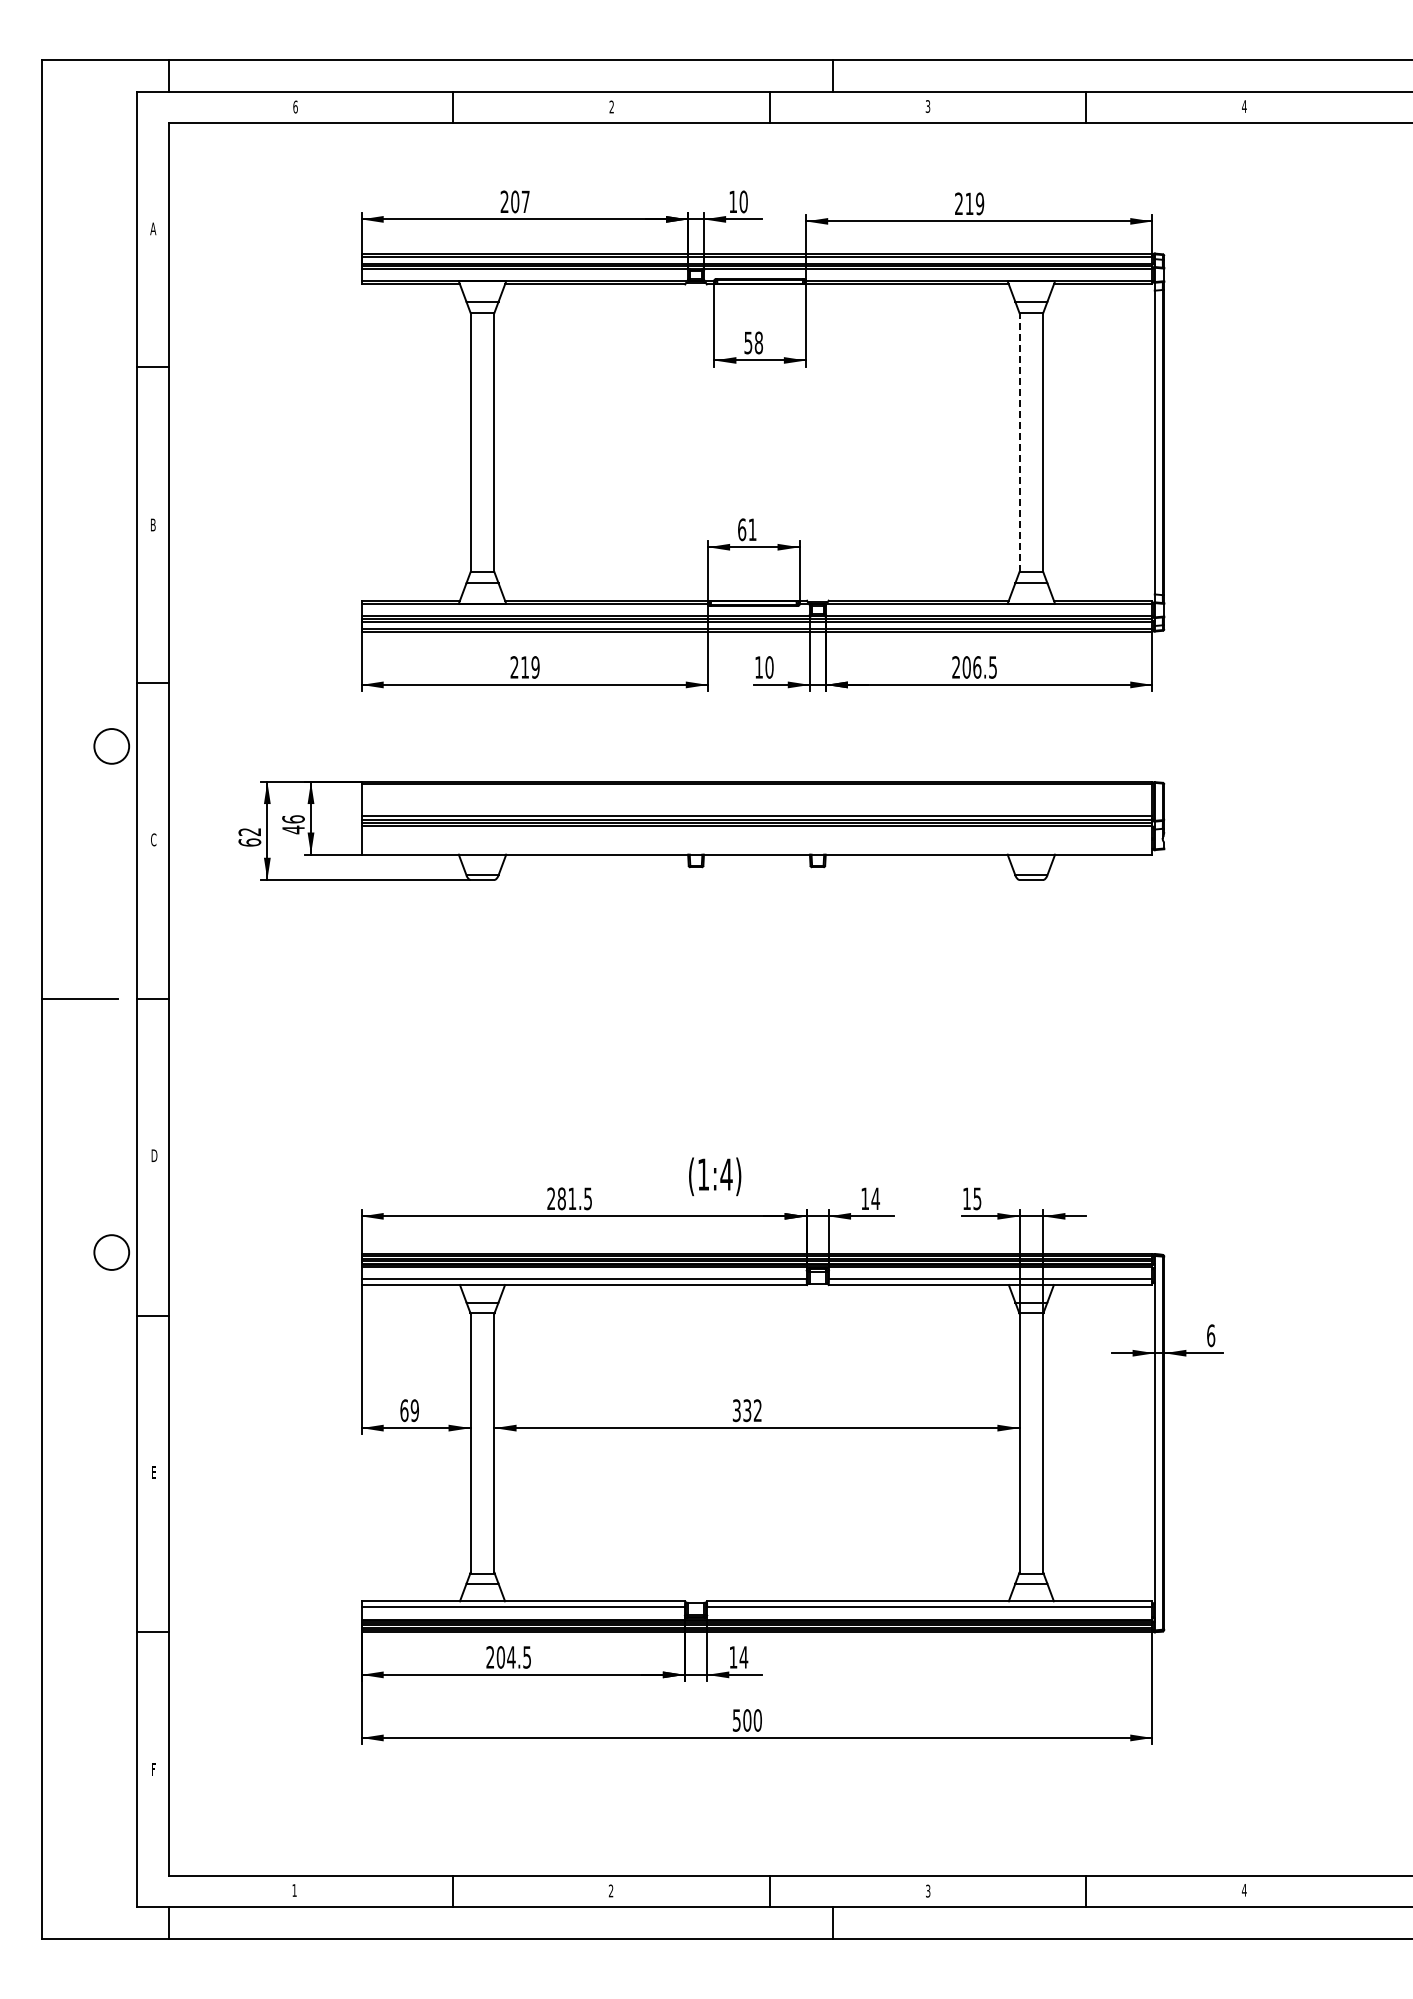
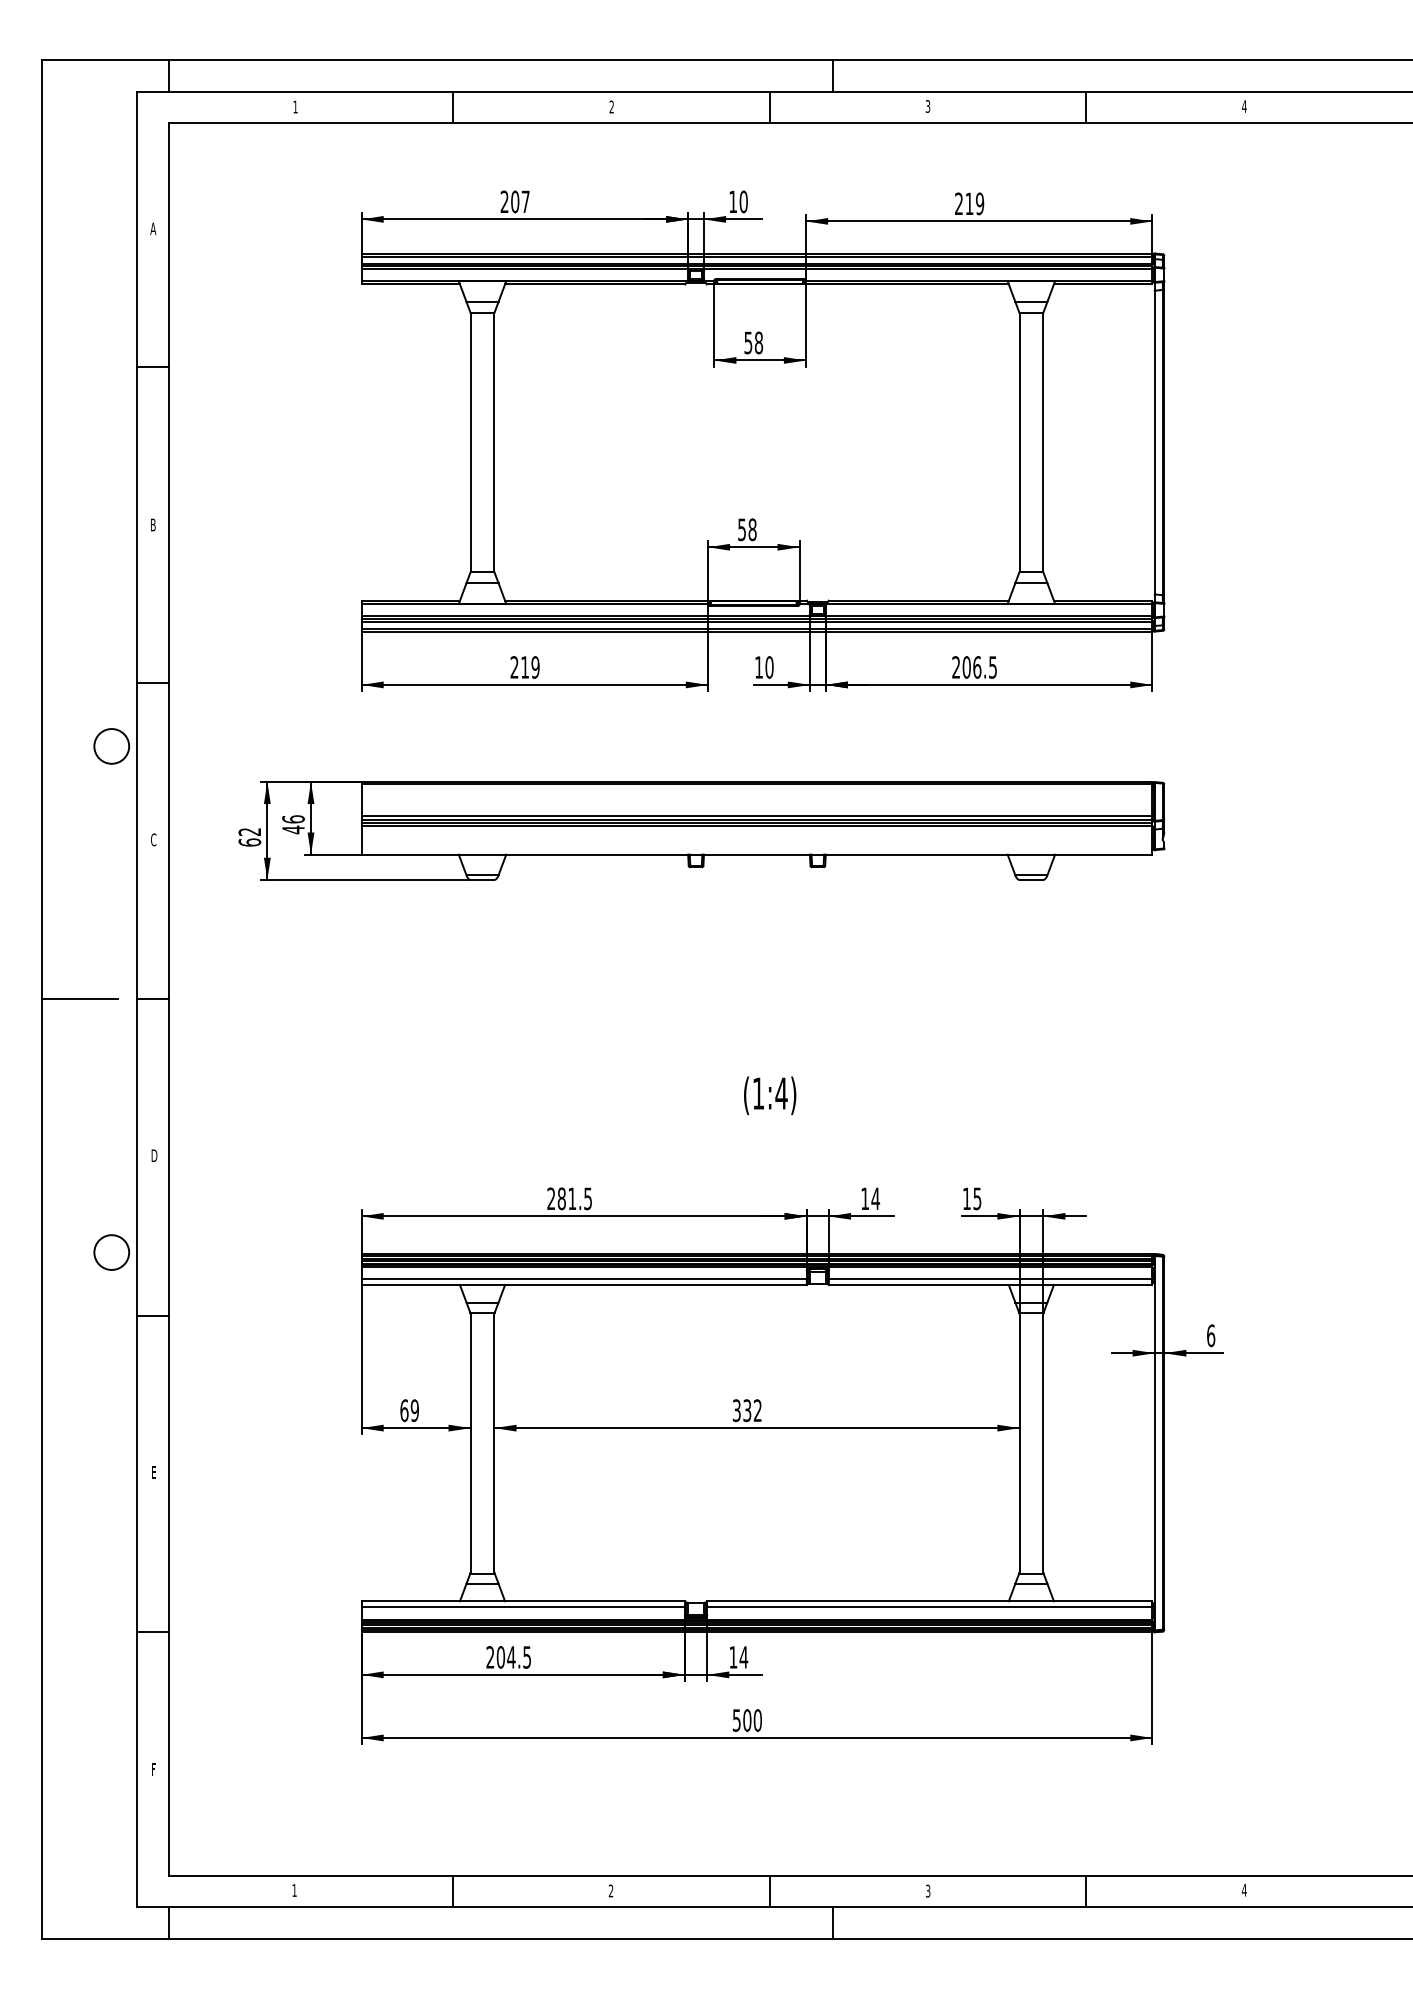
text at (295, 106): 6 -> 1
line at (1019, 442): dashed -> solid
text at (747, 529): 61 -> 58
text at (715, 1176) position: (715, 1176) -> (770, 1095)
